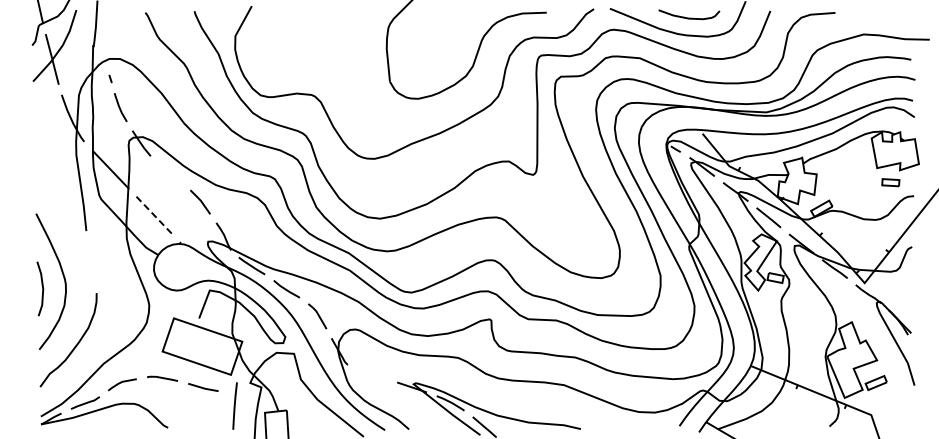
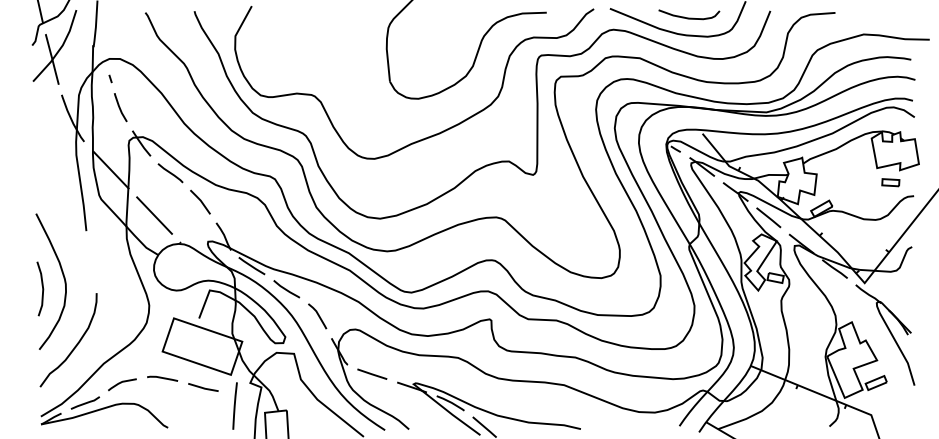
line at (170, 173): none -> present
line at (154, 215): dashed -> solid
line at (372, 373): none -> present
